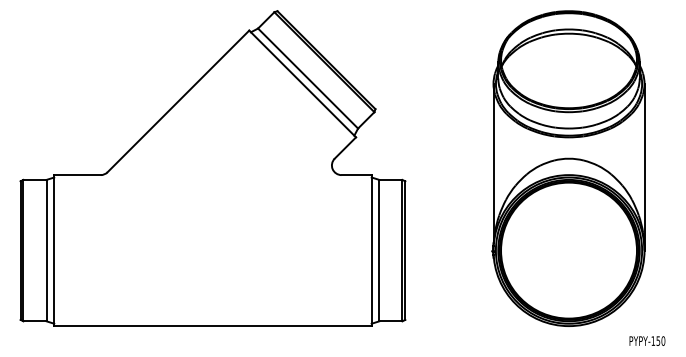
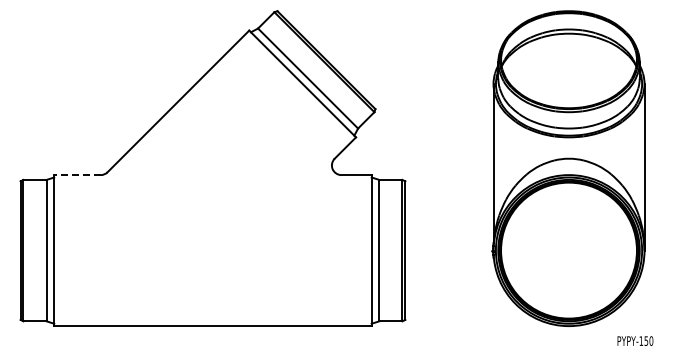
line at (77, 175): solid -> dashed
text at (647, 340) position: (647, 340) -> (635, 340)
